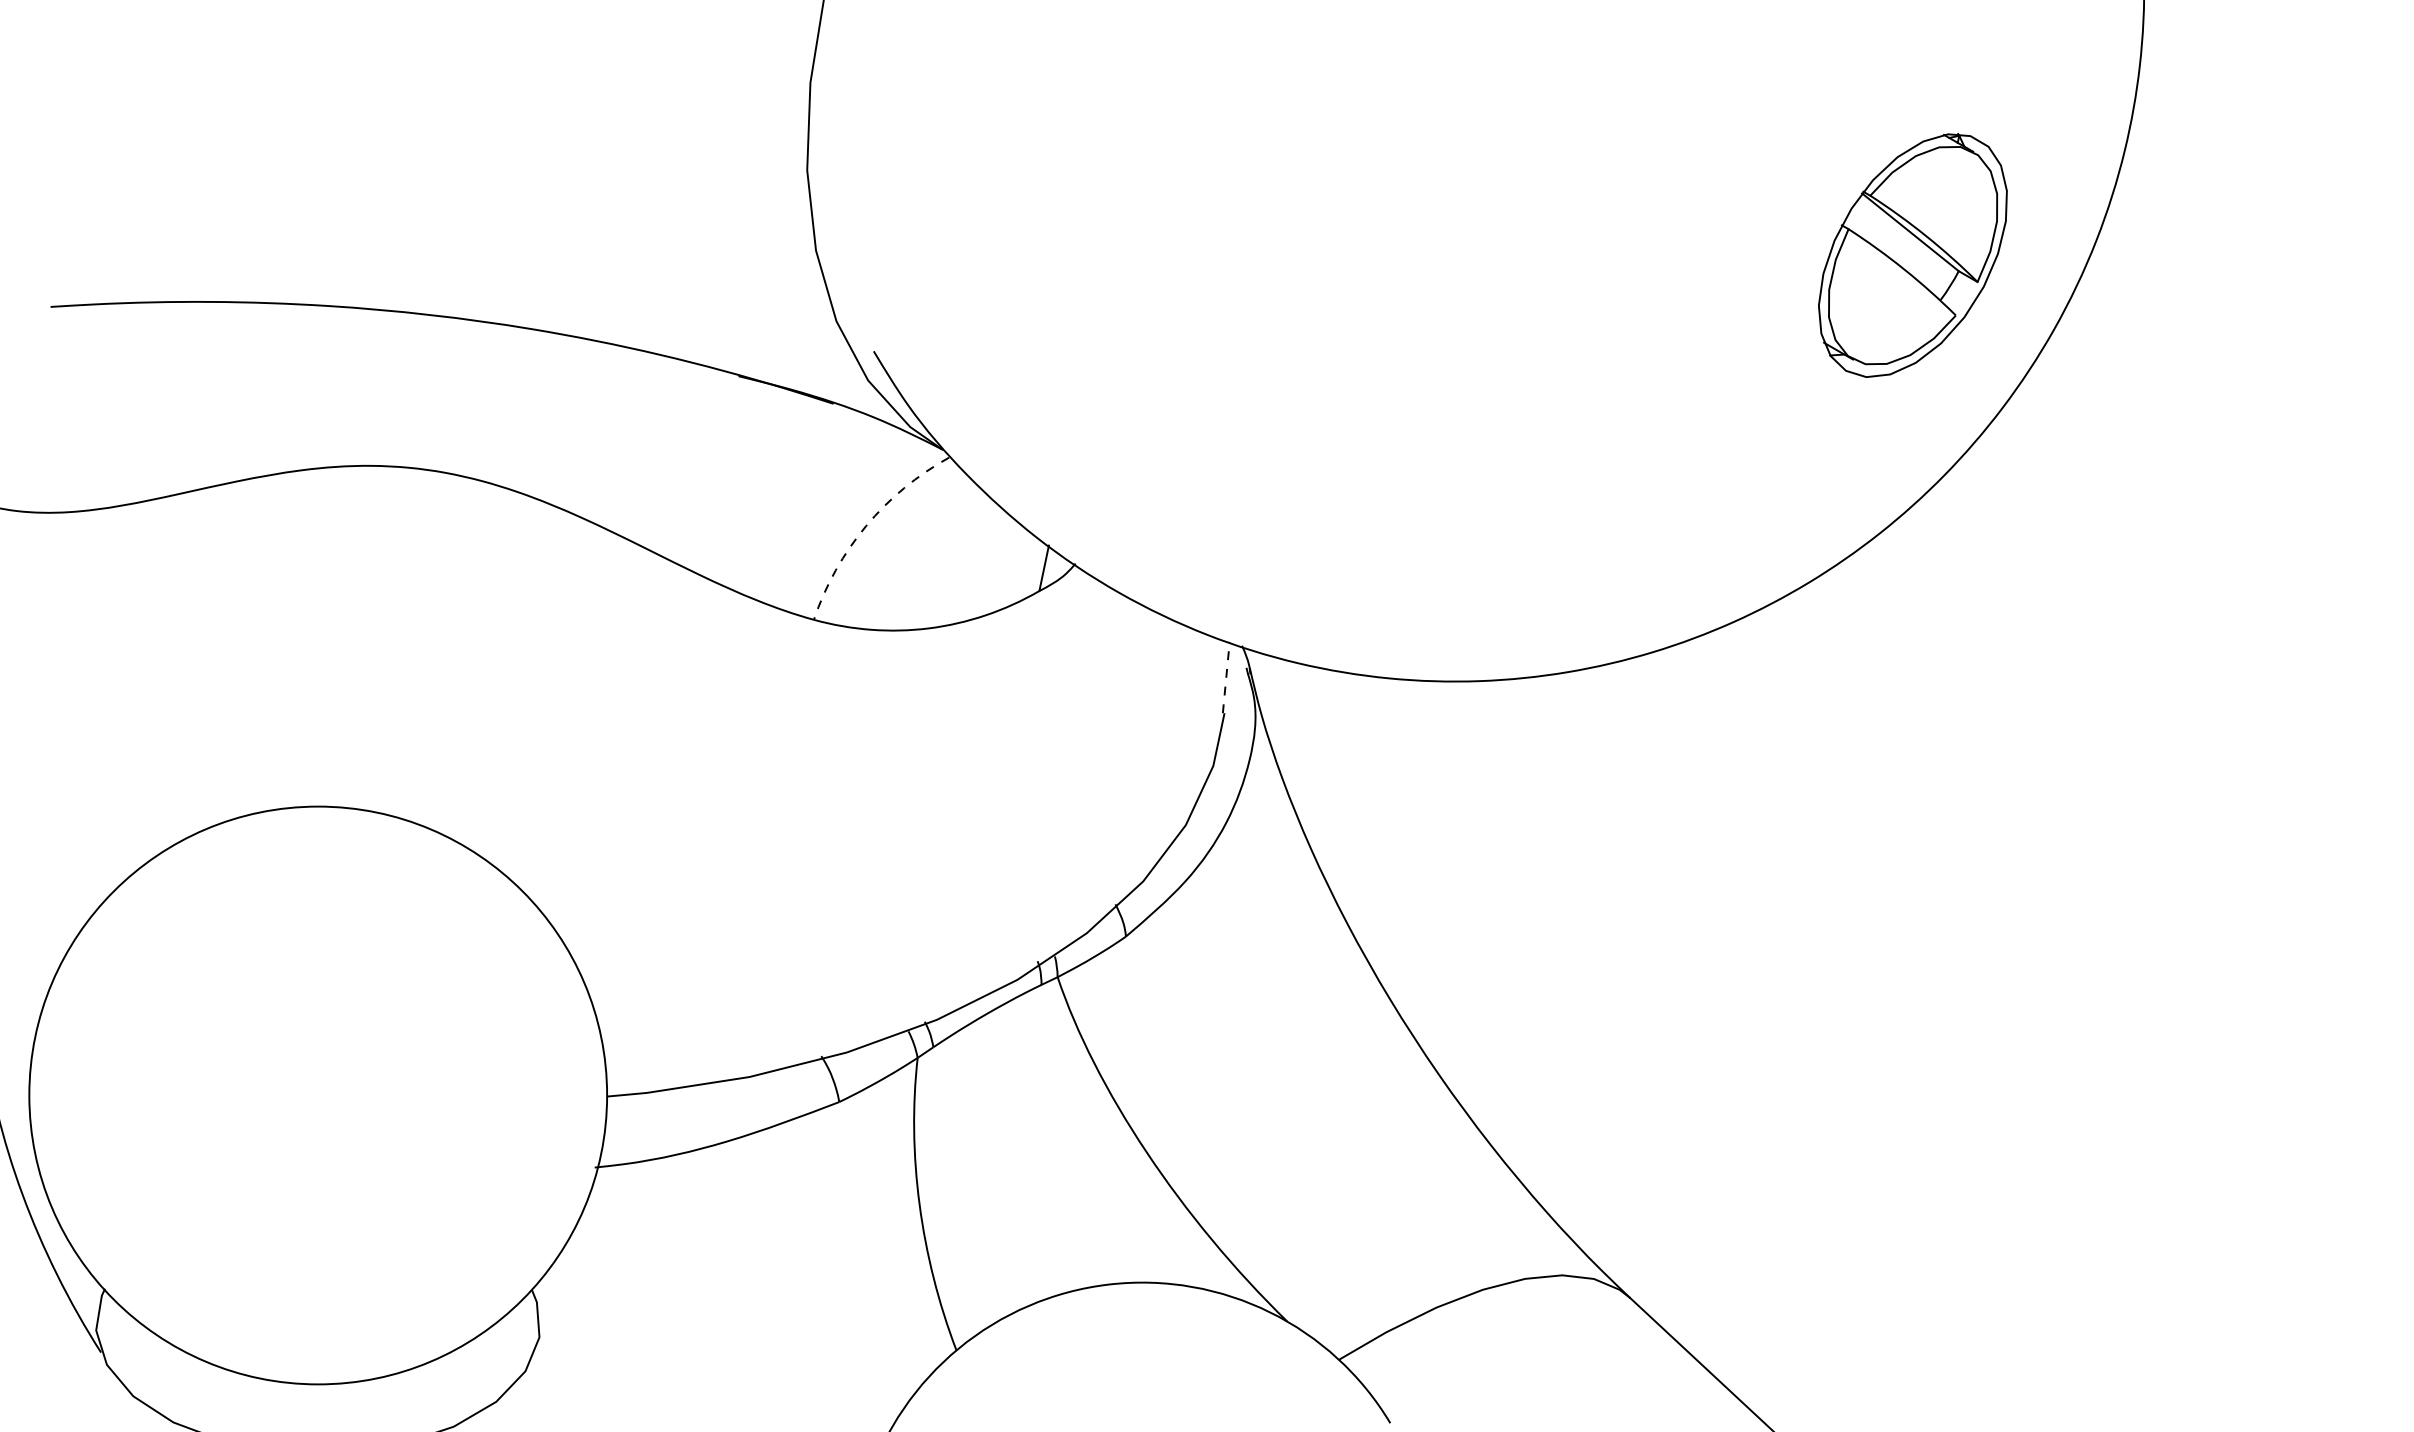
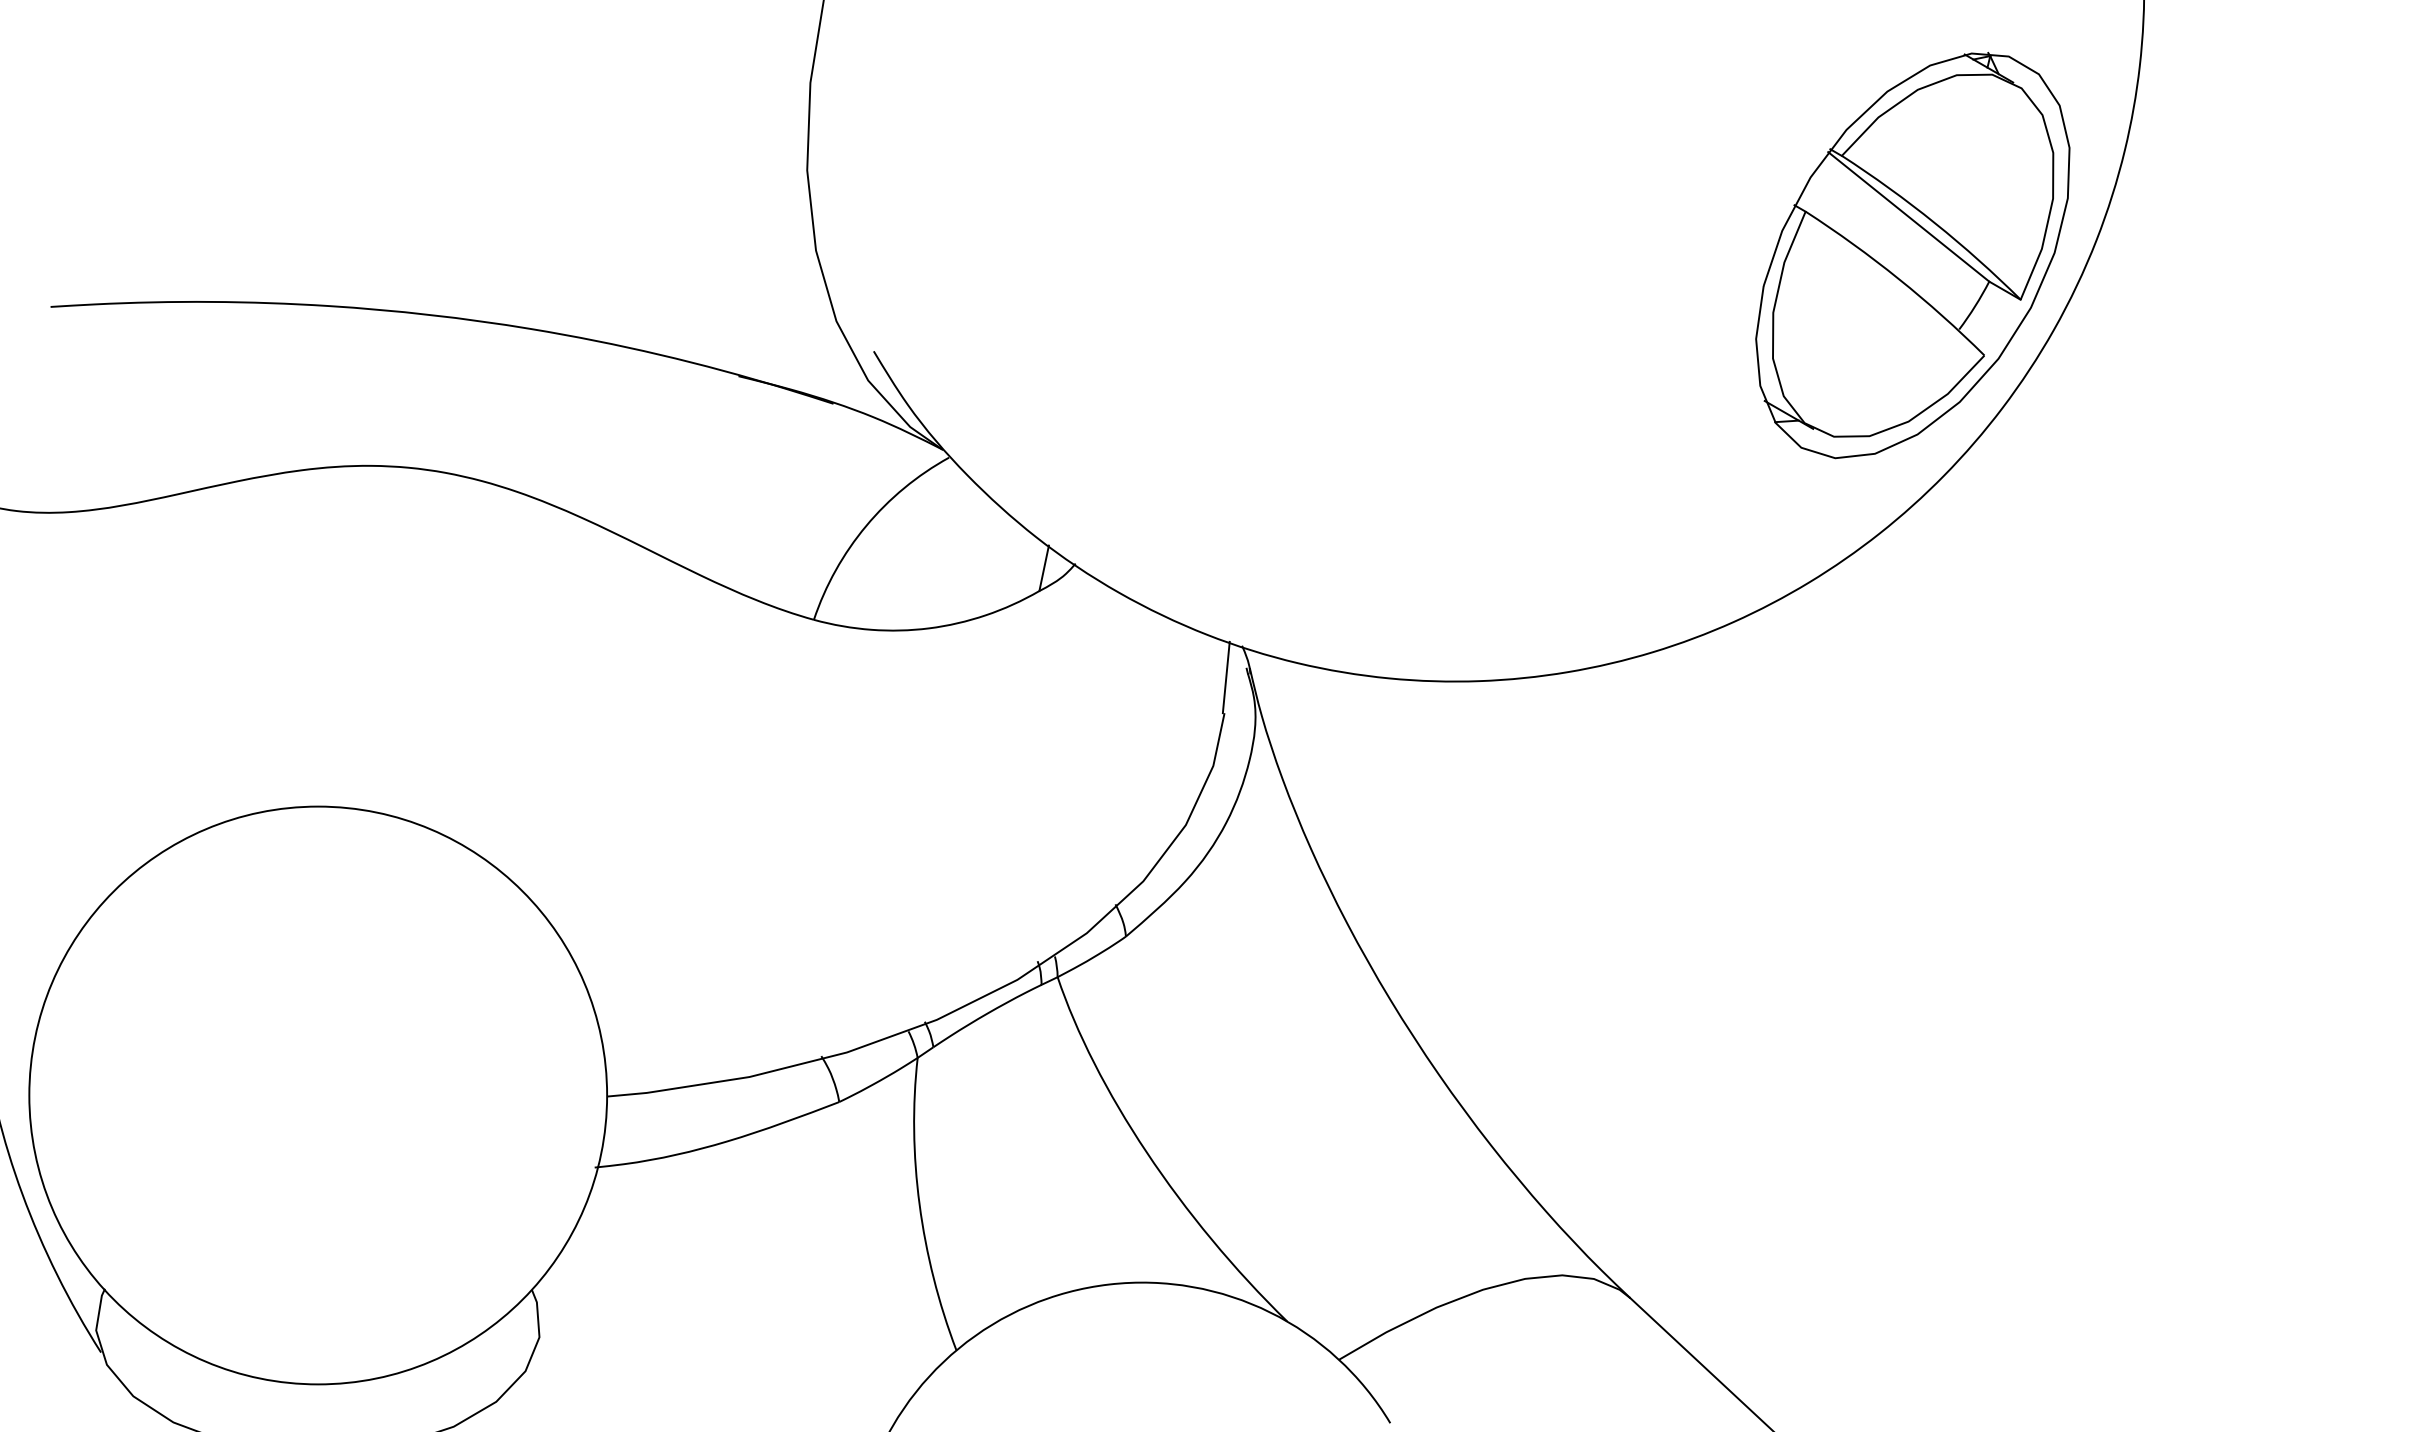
part at (1912, 254) size: 190x246 px -> 316x409 px
arc at (866, 526): dashed -> solid
line at (1226, 677): dashed -> solid
